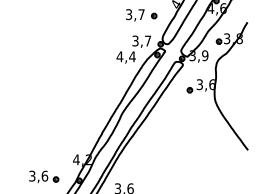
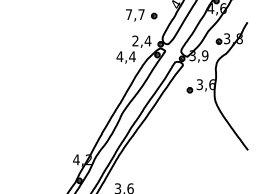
text at (129, 14): 3,7 -> 7,7
text at (141, 40): 3,7 -> 2,4
part at (44, 176): present -> none
